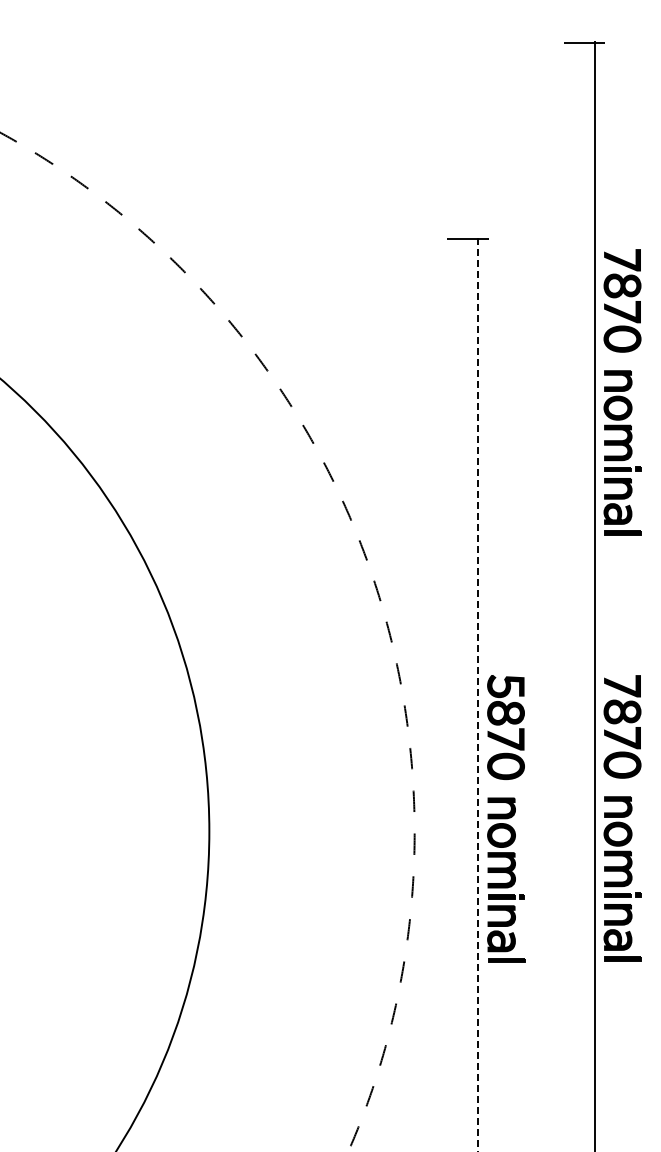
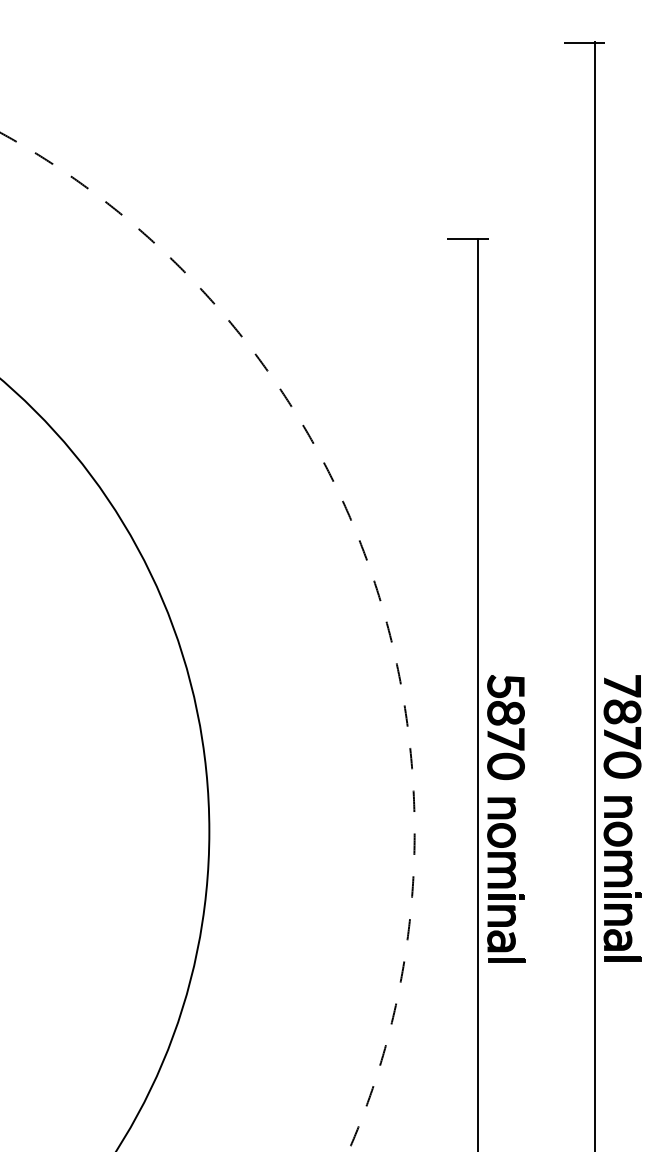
part at (622, 392): present -> none
line at (478, 694): dashed -> solid
